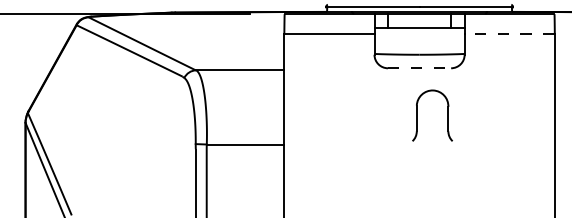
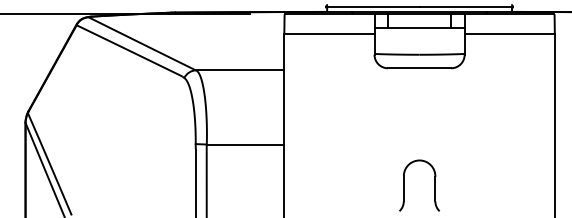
line at (509, 34): dashed -> solid
line at (419, 68): dashed -> solid
part at (417, 115) position: (417, 115) -> (404, 185)
